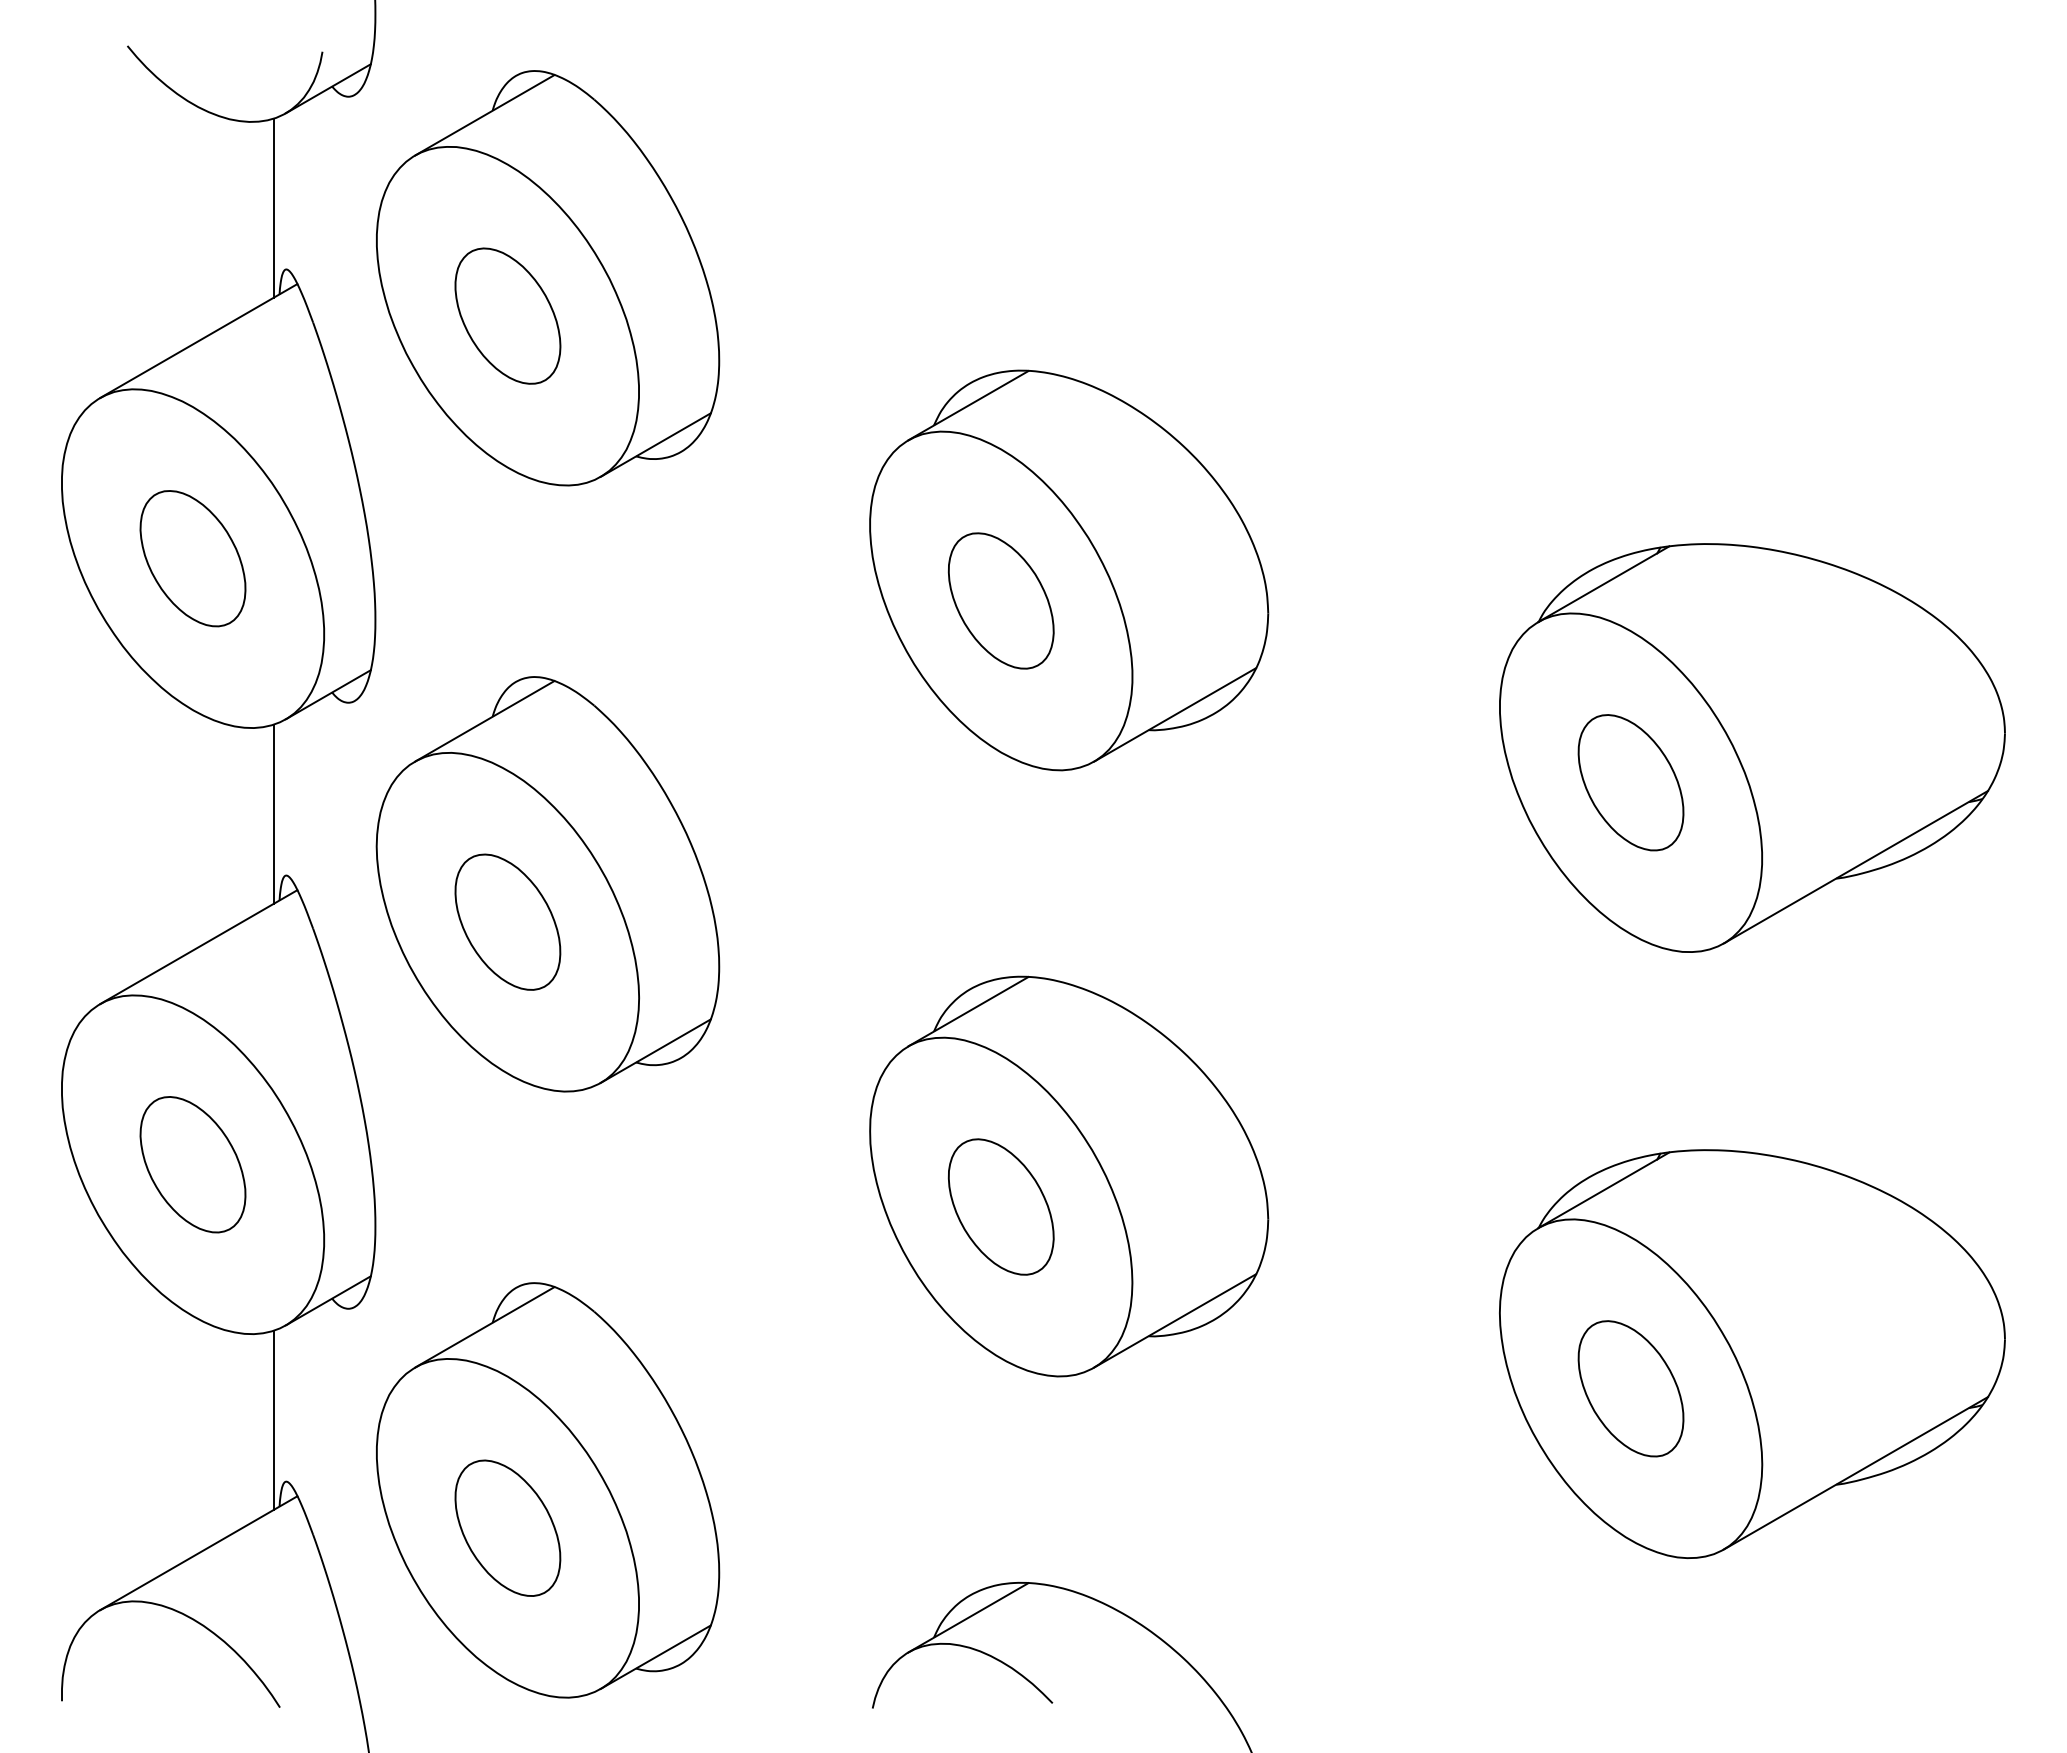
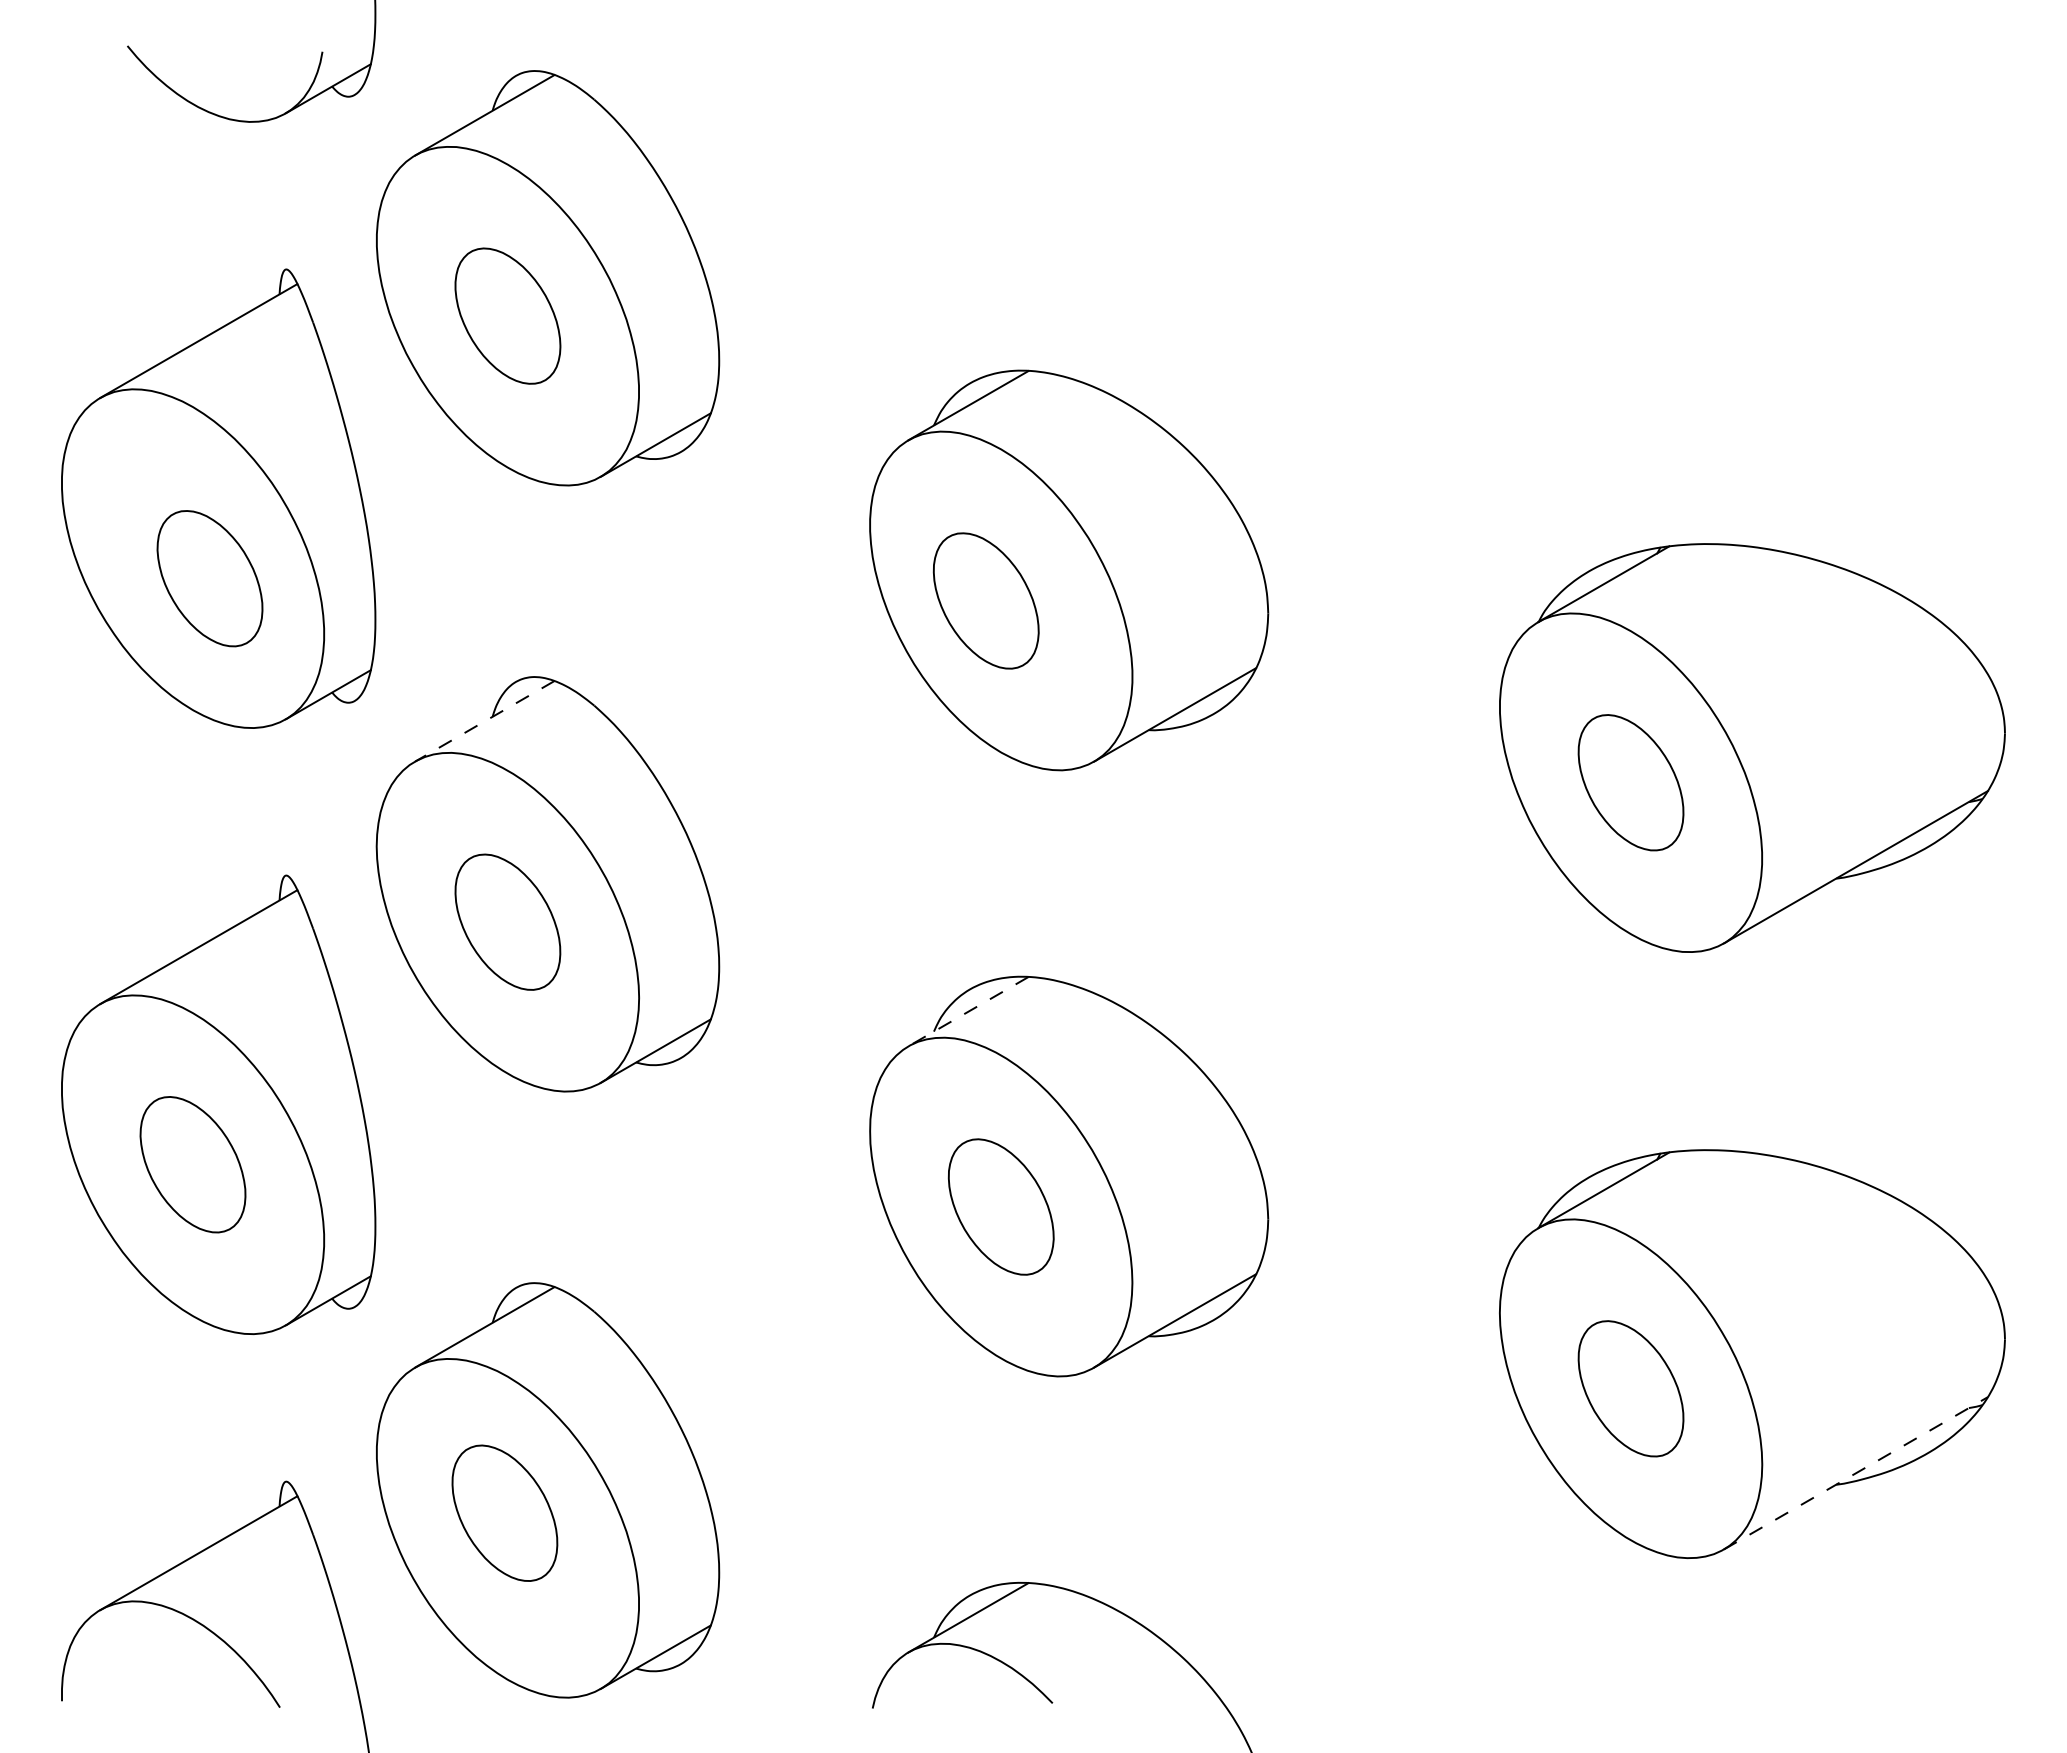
line at (274, 207): present -> none
part at (192, 558) position: (192, 558) -> (209, 578)
part at (1000, 600) position: (1000, 600) -> (985, 600)
line at (484, 721): solid -> dashed
line at (274, 813): present -> none
line at (968, 1011): solid -> dashed
line at (274, 1419): present -> none
line at (1856, 1473): solid -> dashed
part at (507, 1527) position: (507, 1527) -> (504, 1512)
